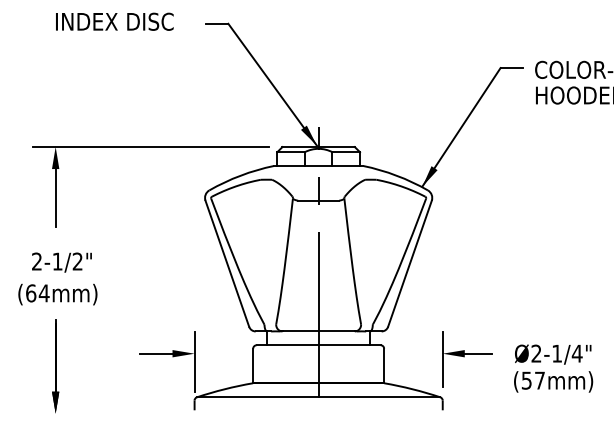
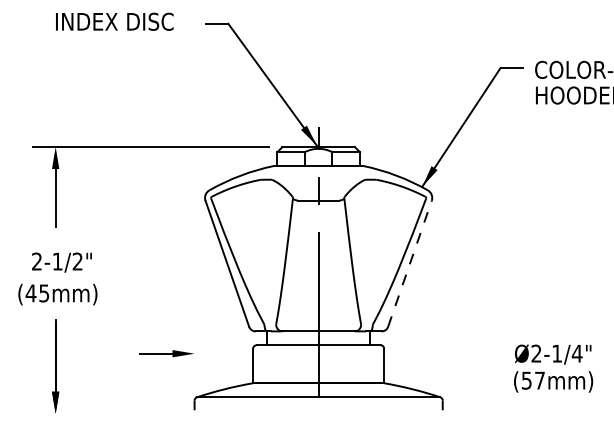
line at (409, 263): solid -> dashed
text at (37, 293): (64mm) -> (45mm)
part at (467, 359): present -> none
line at (194, 361): present -> none
